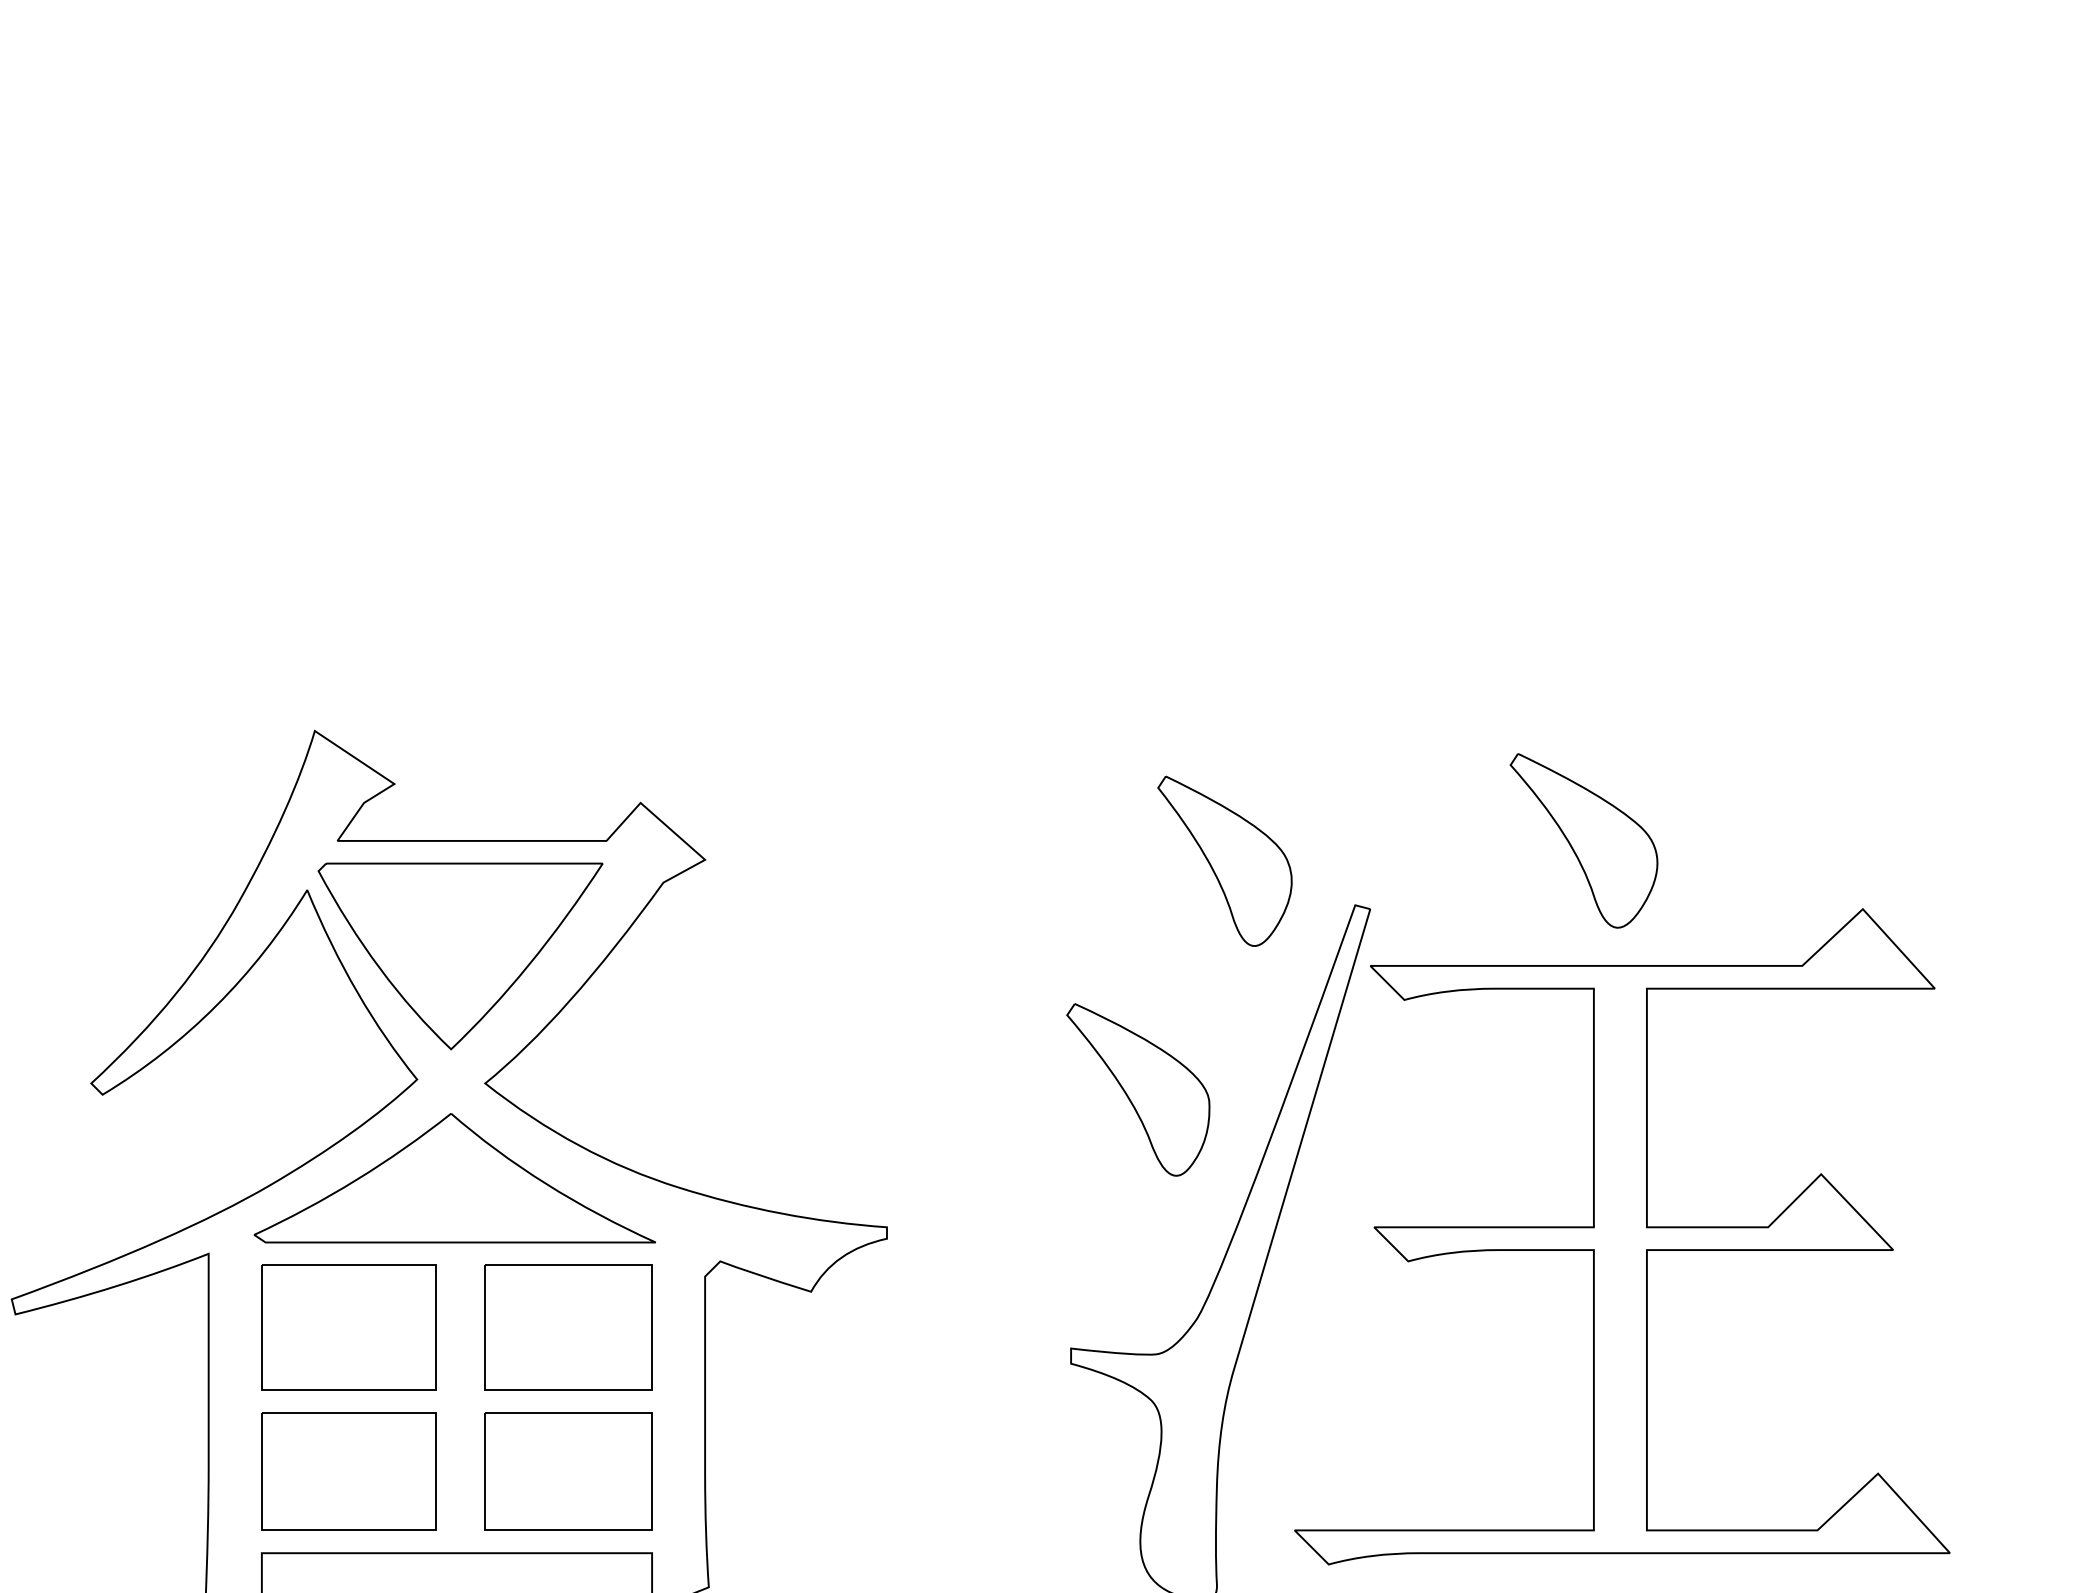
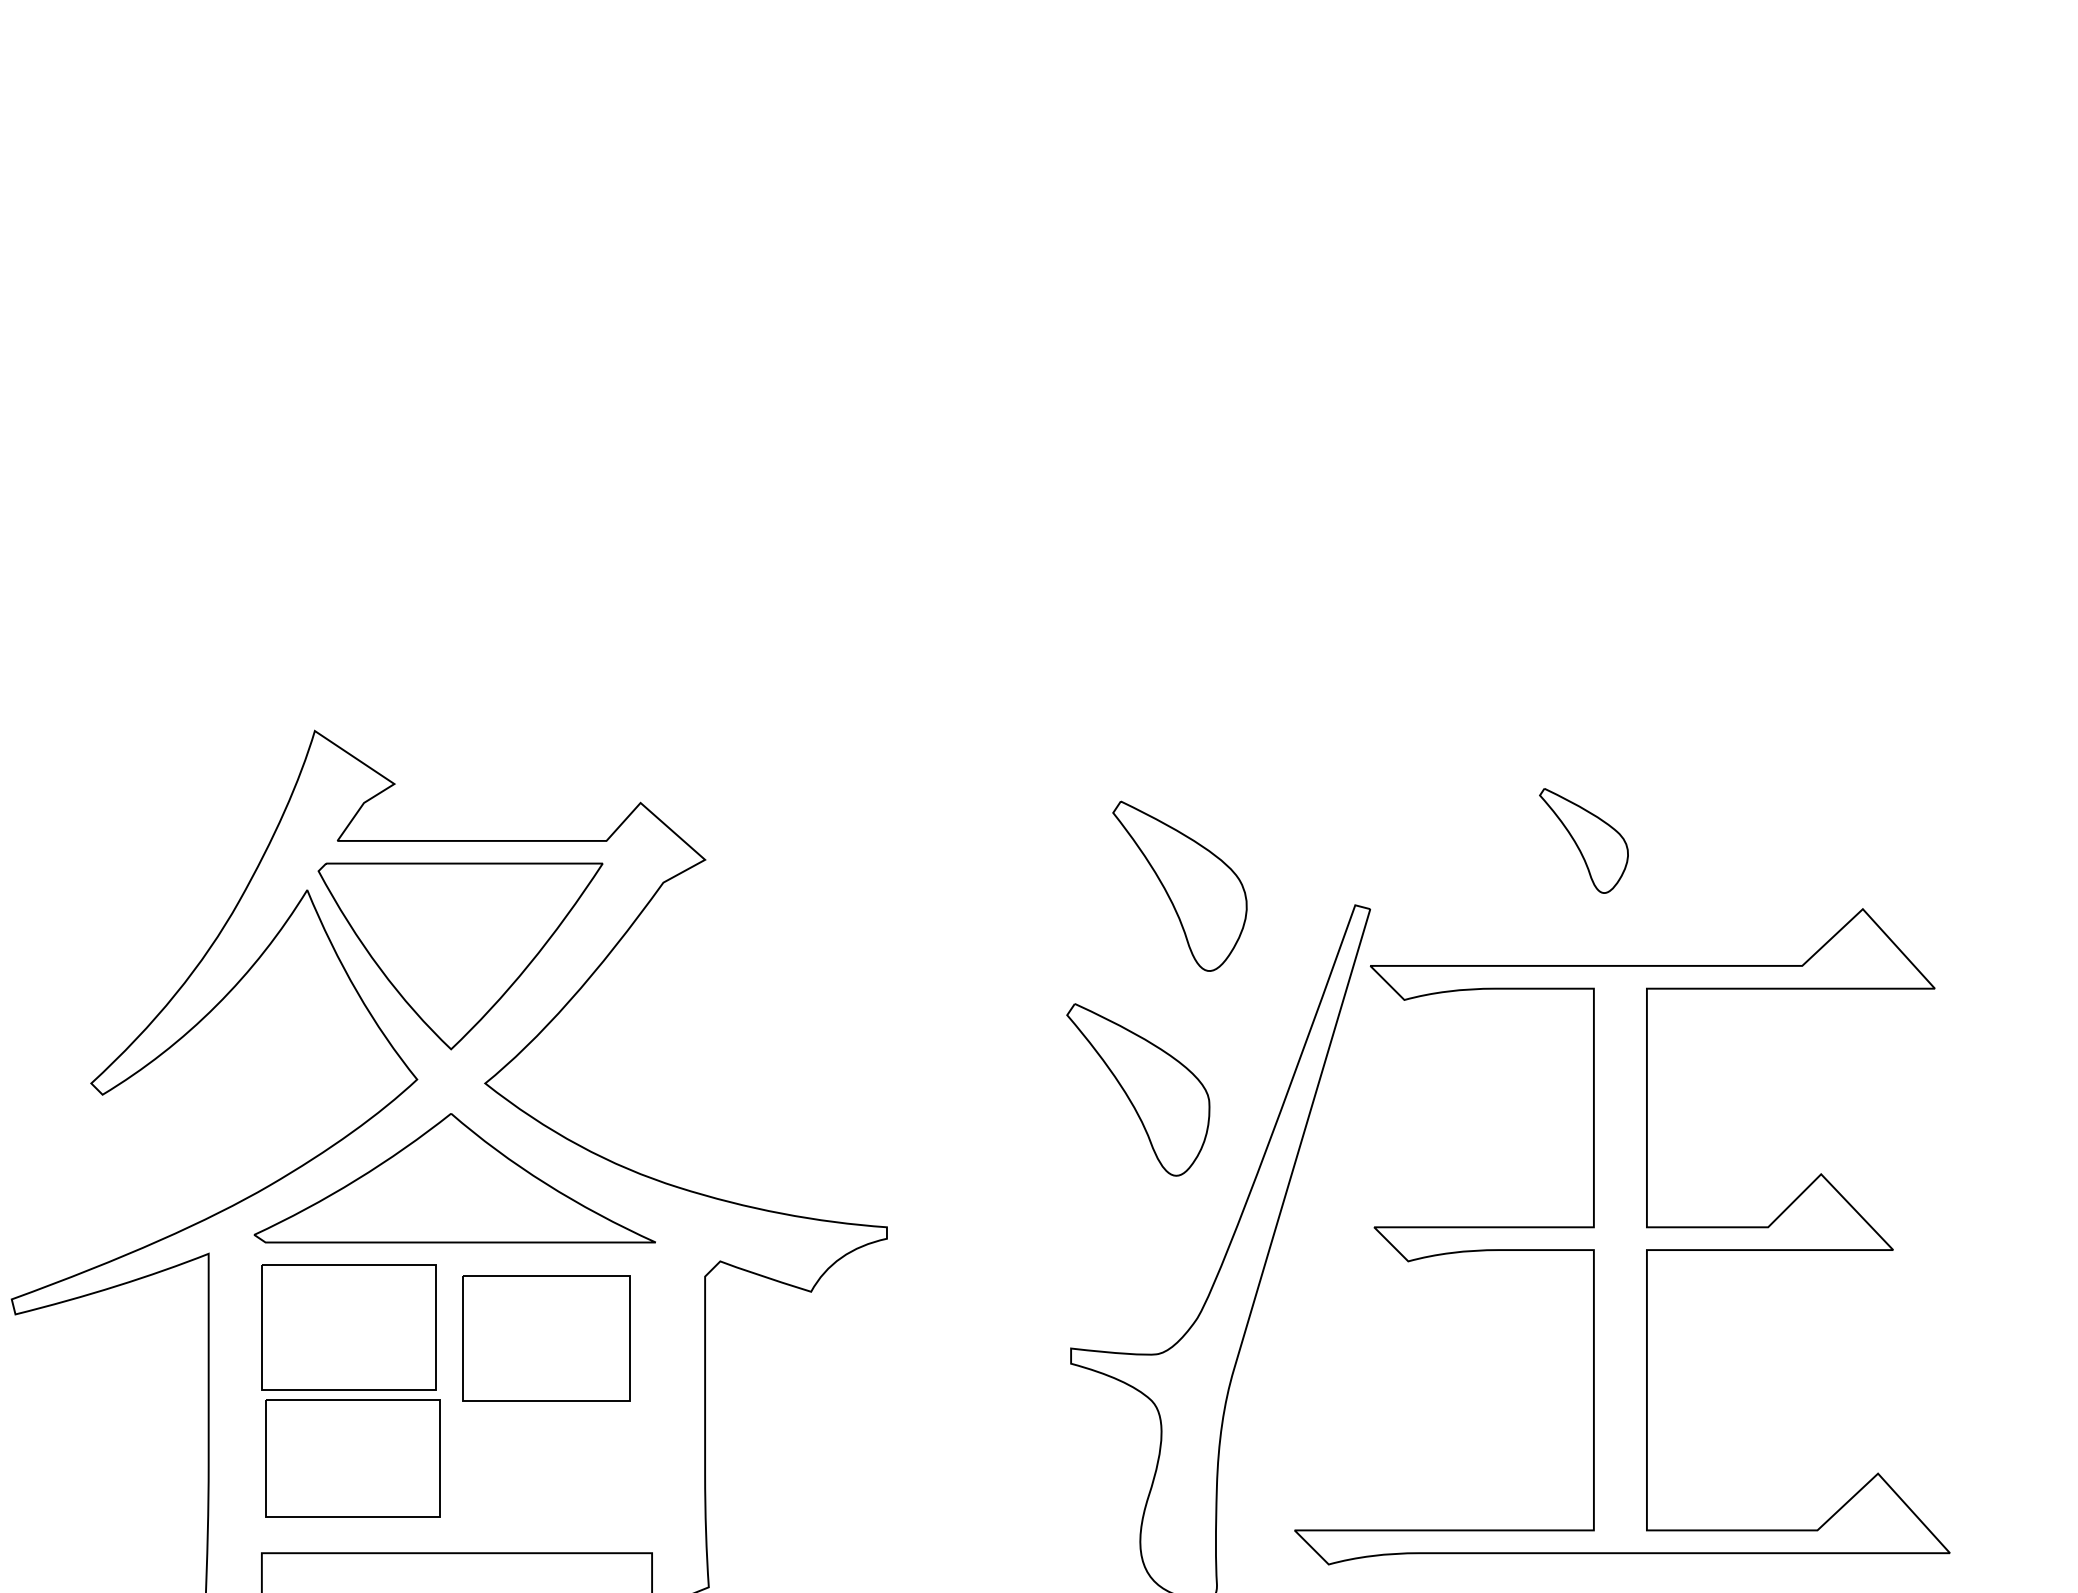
part at (1583, 840) size: 150x176 px -> 90x106 px
part at (1224, 860) position: (1224, 860) -> (1179, 885)
part at (568, 1327) position: (568, 1327) -> (546, 1338)
part at (348, 1471) position: (348, 1471) -> (352, 1458)
part at (568, 1471): present -> none
